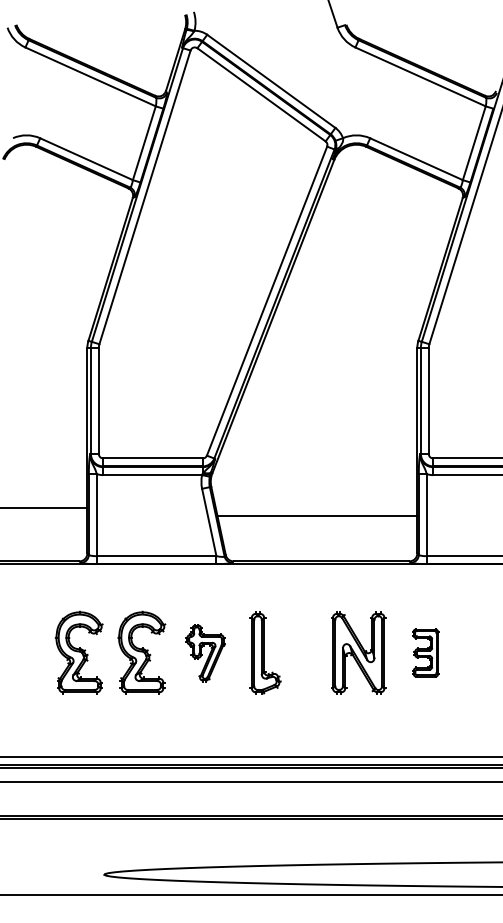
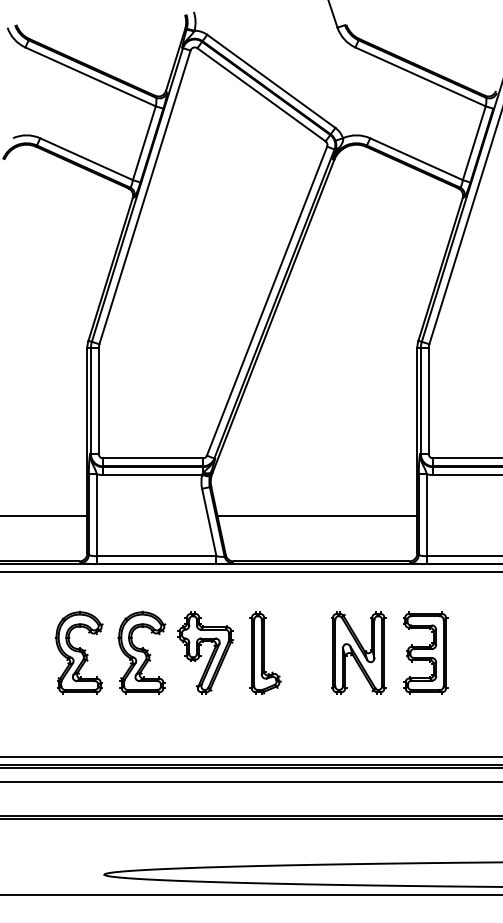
line at (44, 508) position: (44, 508) -> (44, 516)
line at (250, 572): none -> present
part at (425, 652) size: 28x50 px -> 46x84 px
part at (205, 653) size: 41x59 px -> 57x84 px
